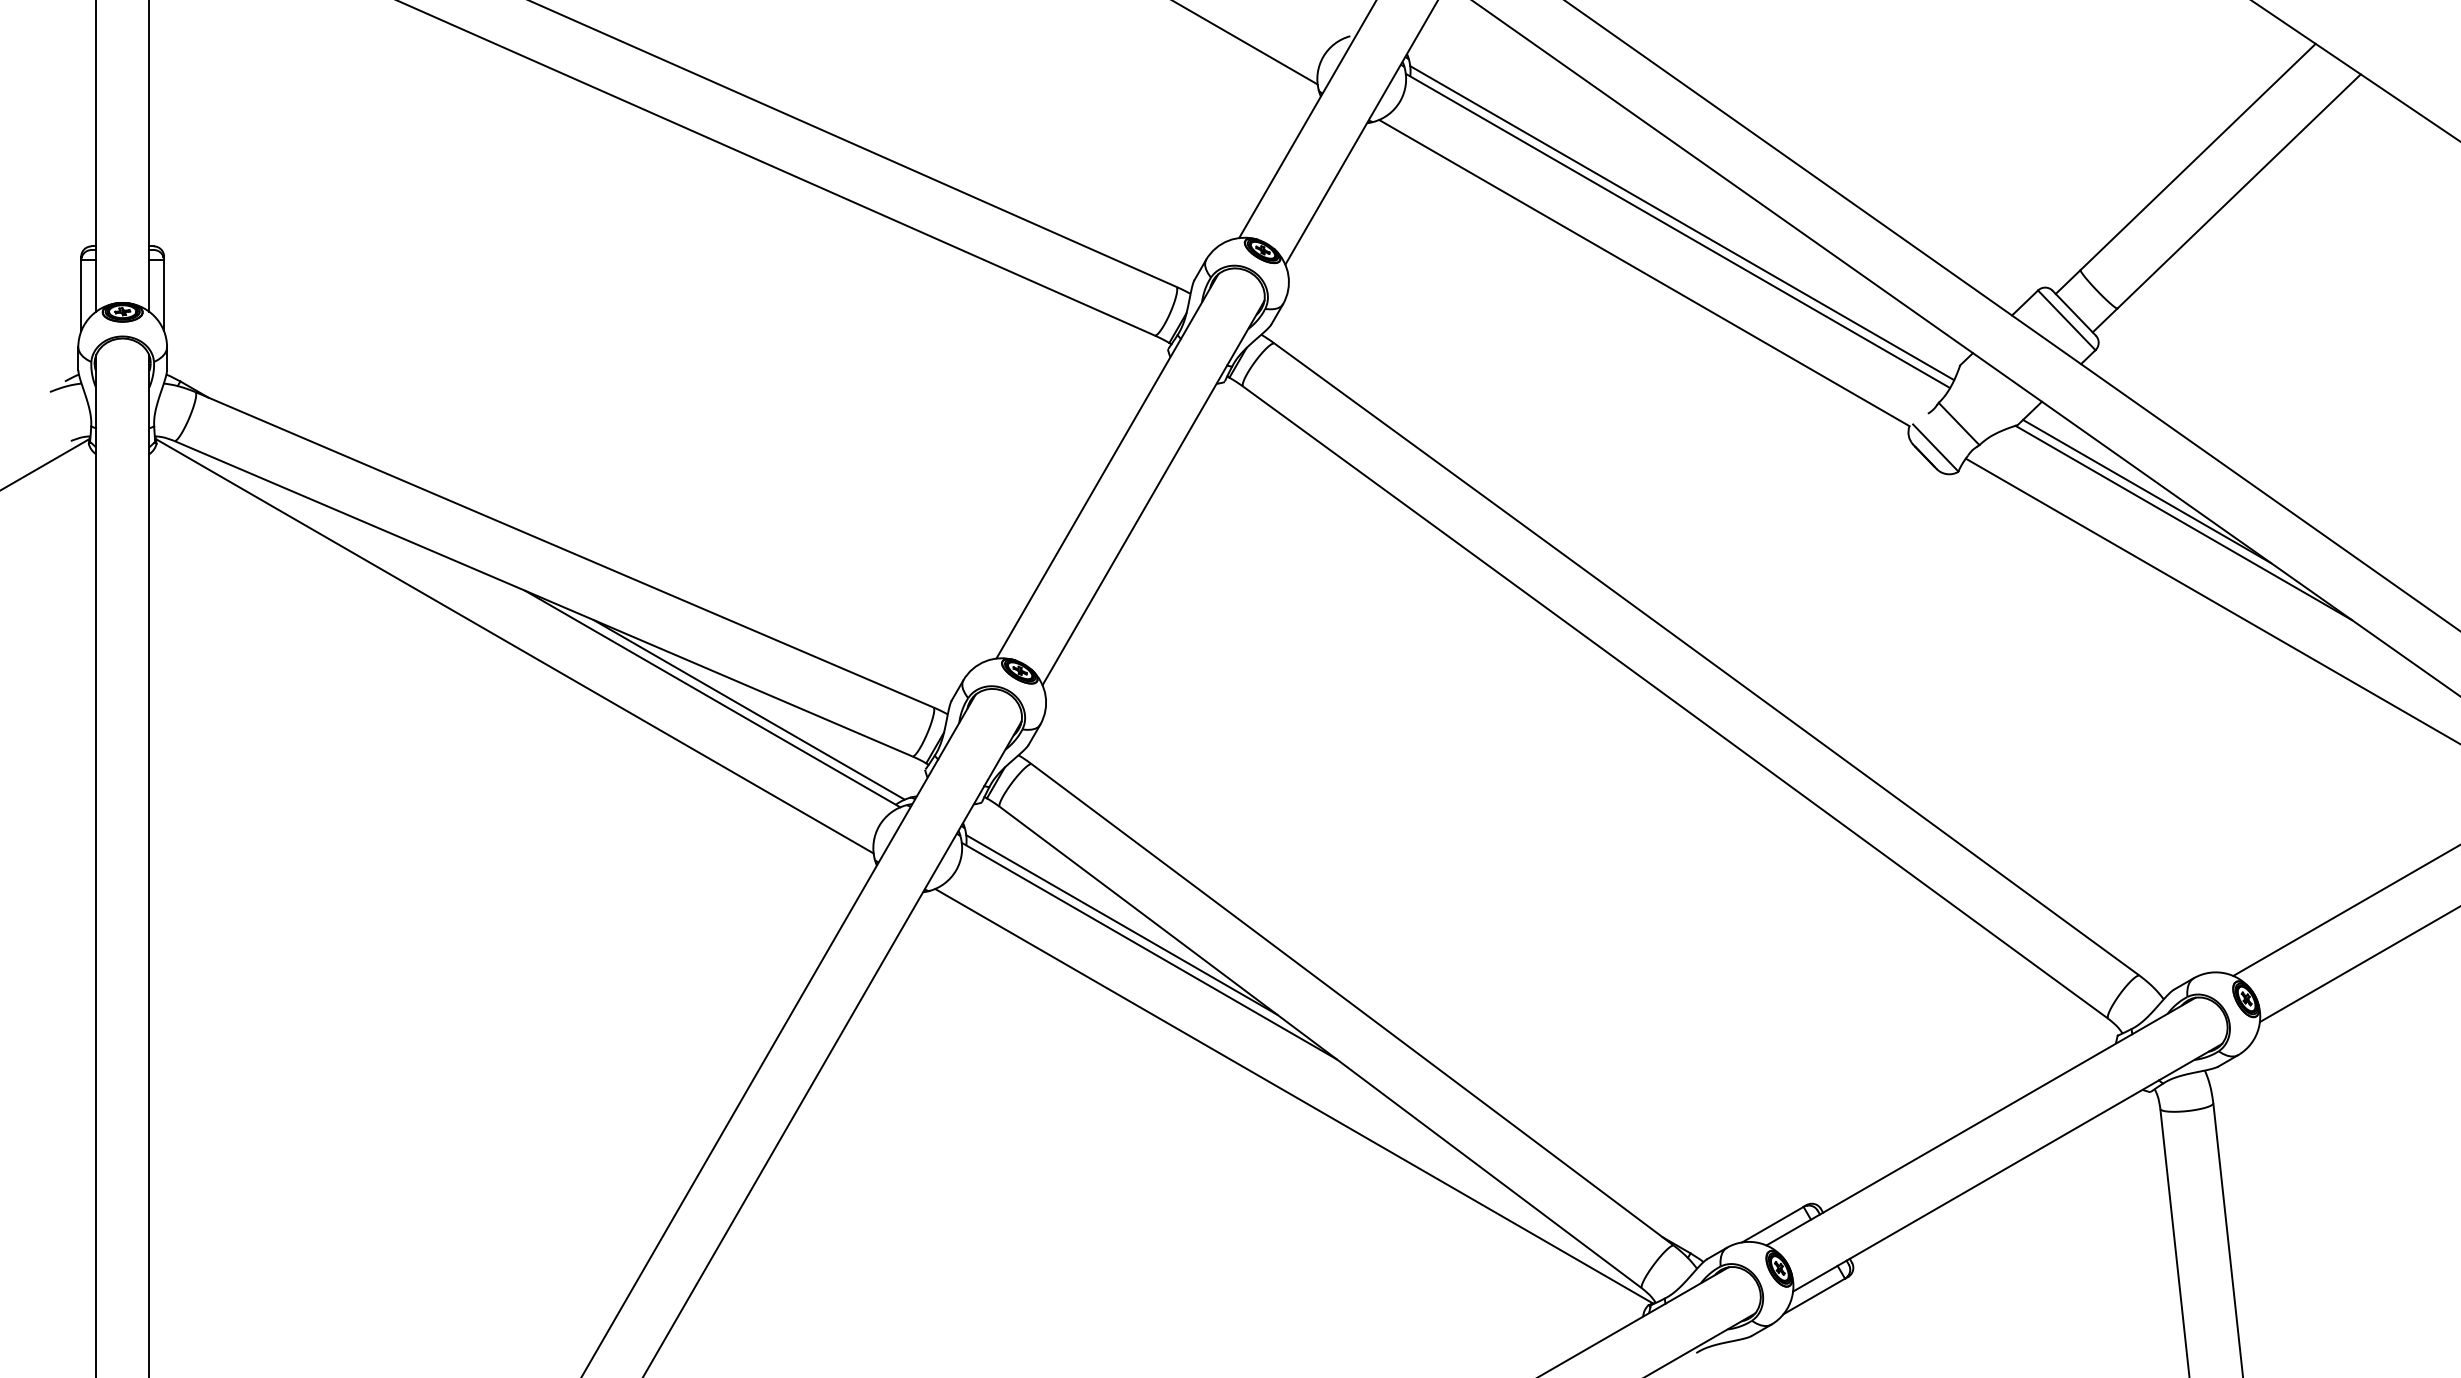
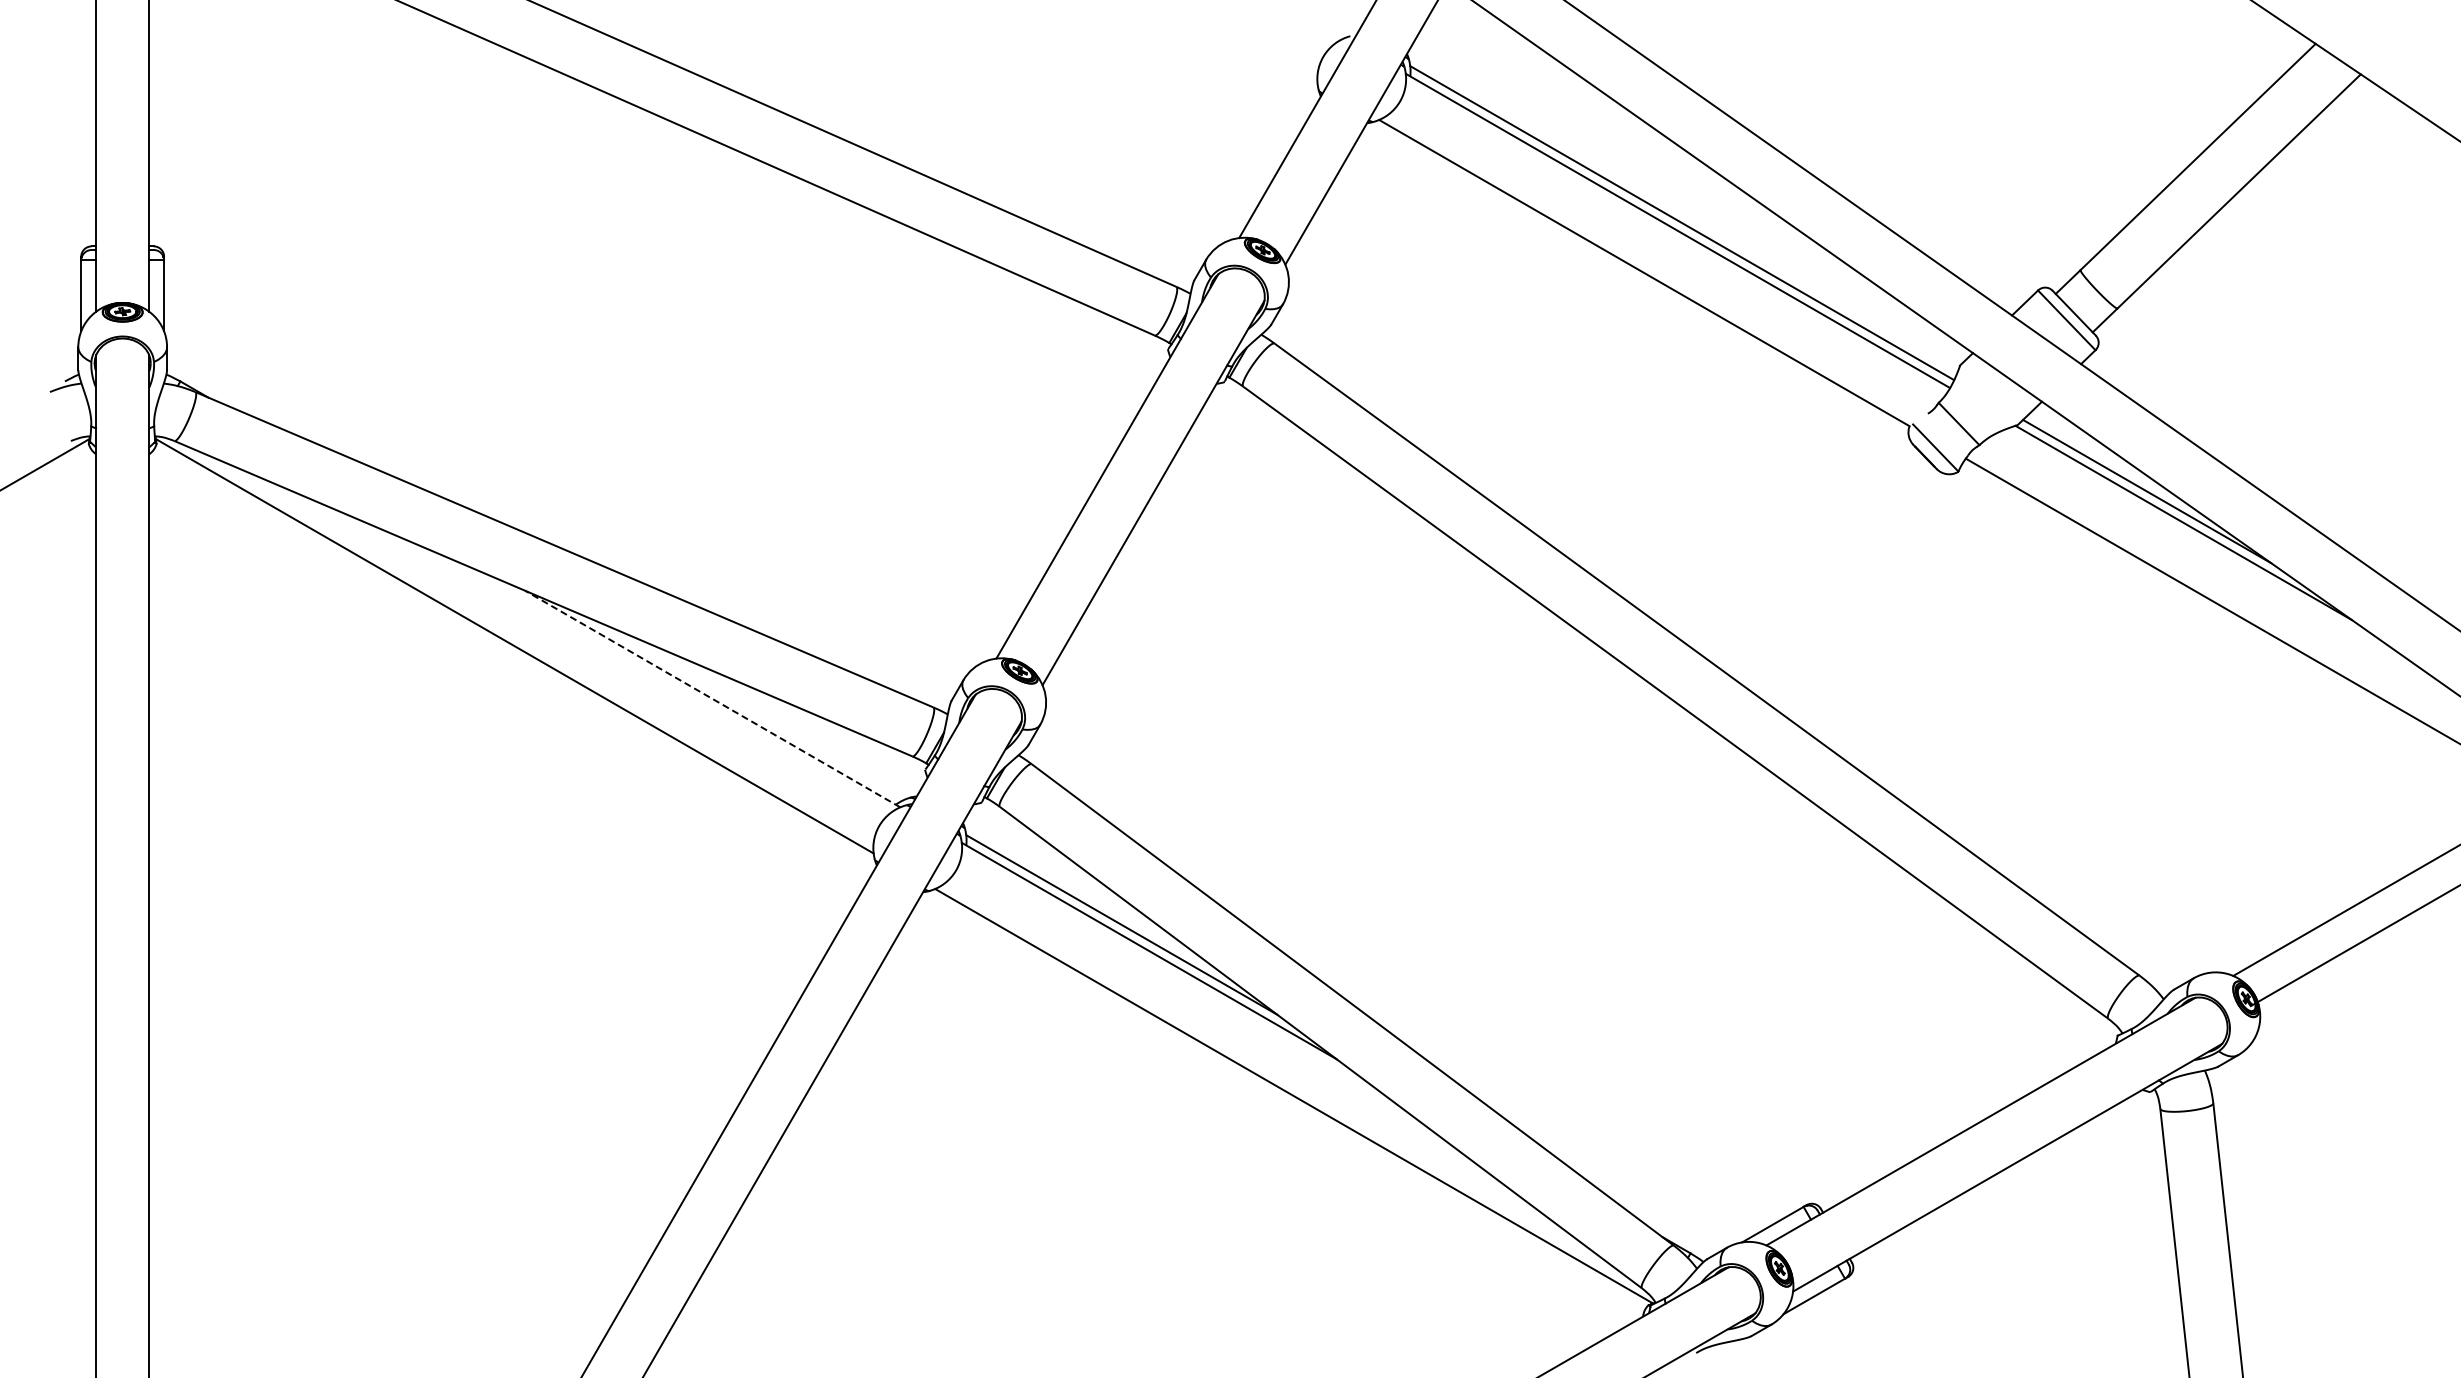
line at (1246, 43): present -> none
line at (712, 699): solid -> dashed
line at (748, 709): present -> none
line at (2358, 964) position: (2358, 964) -> (2353, 946)
